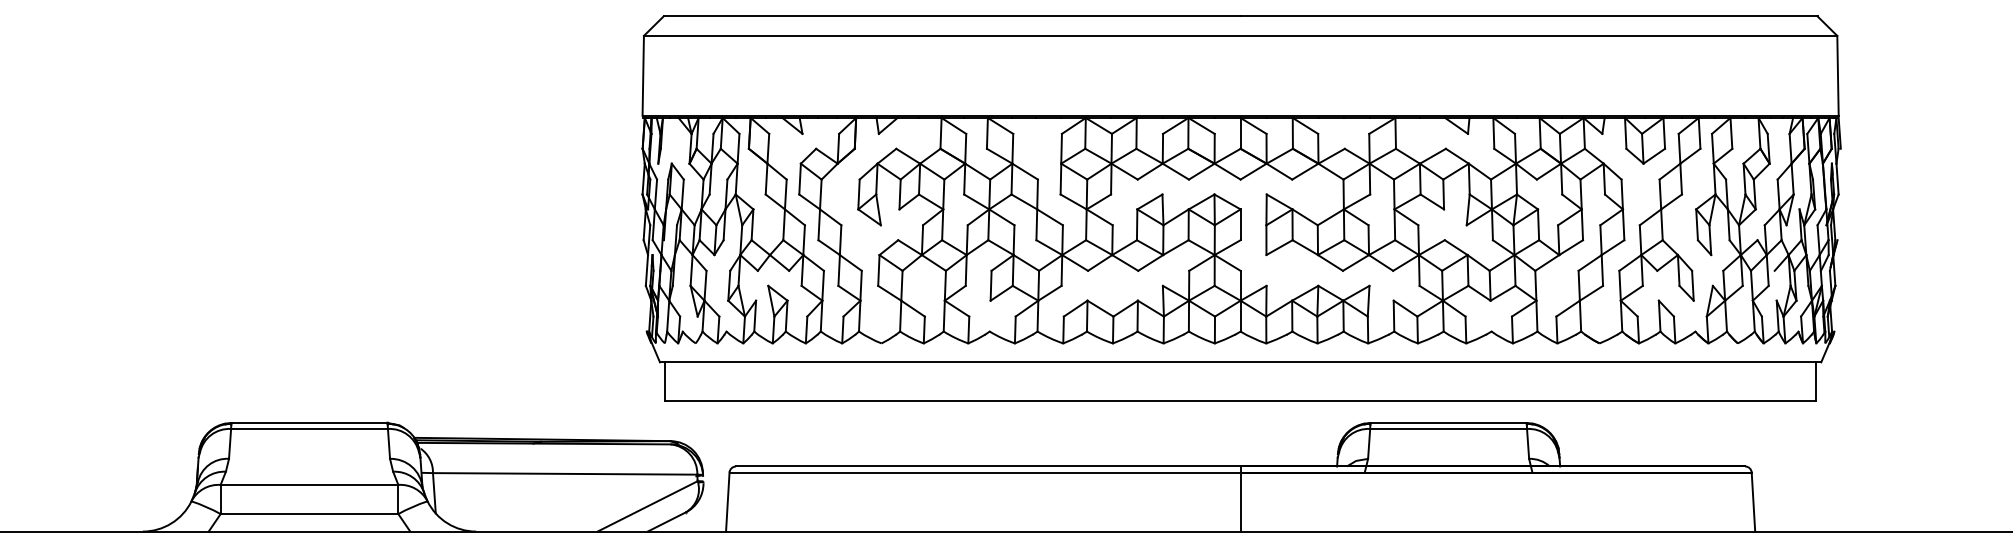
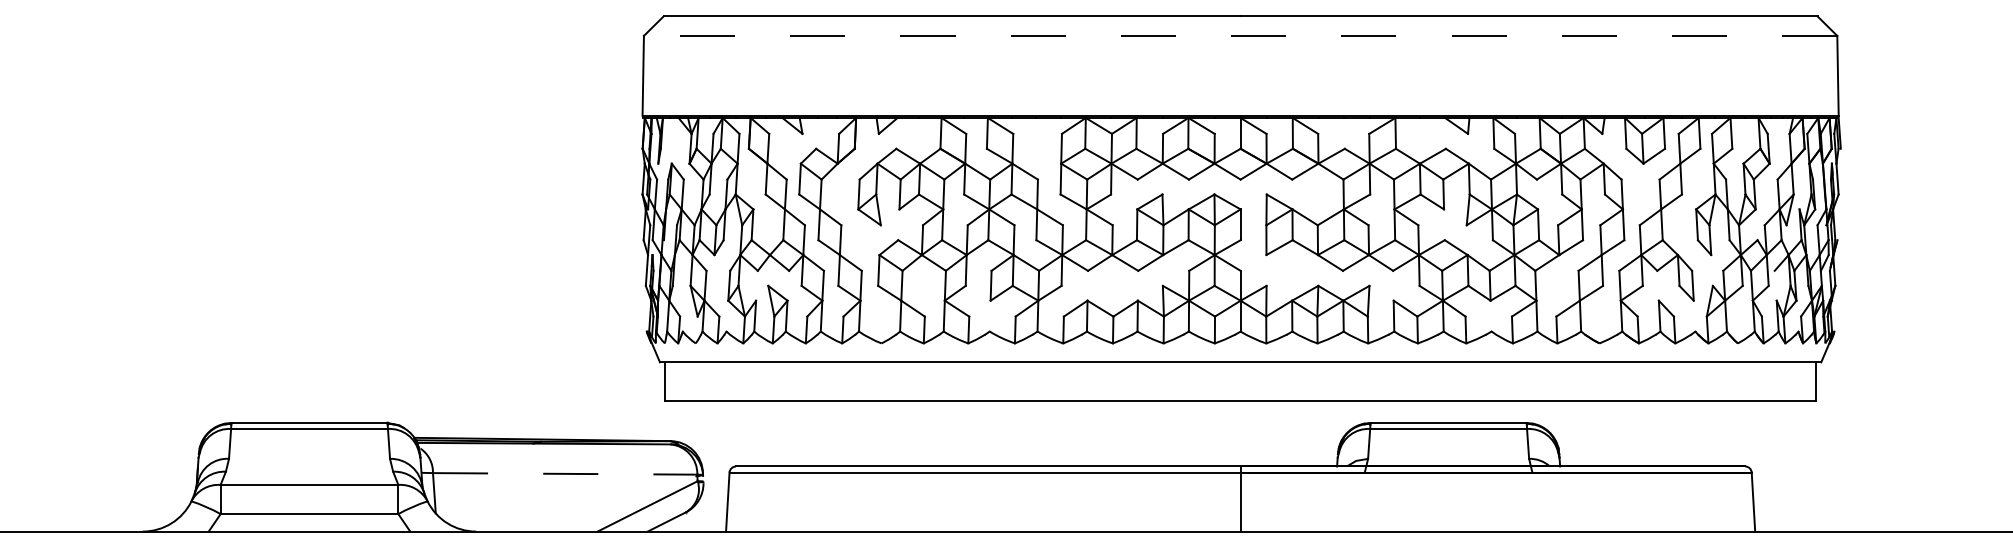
line at (1240, 35): solid -> dashed
line at (565, 473): solid -> dashed
